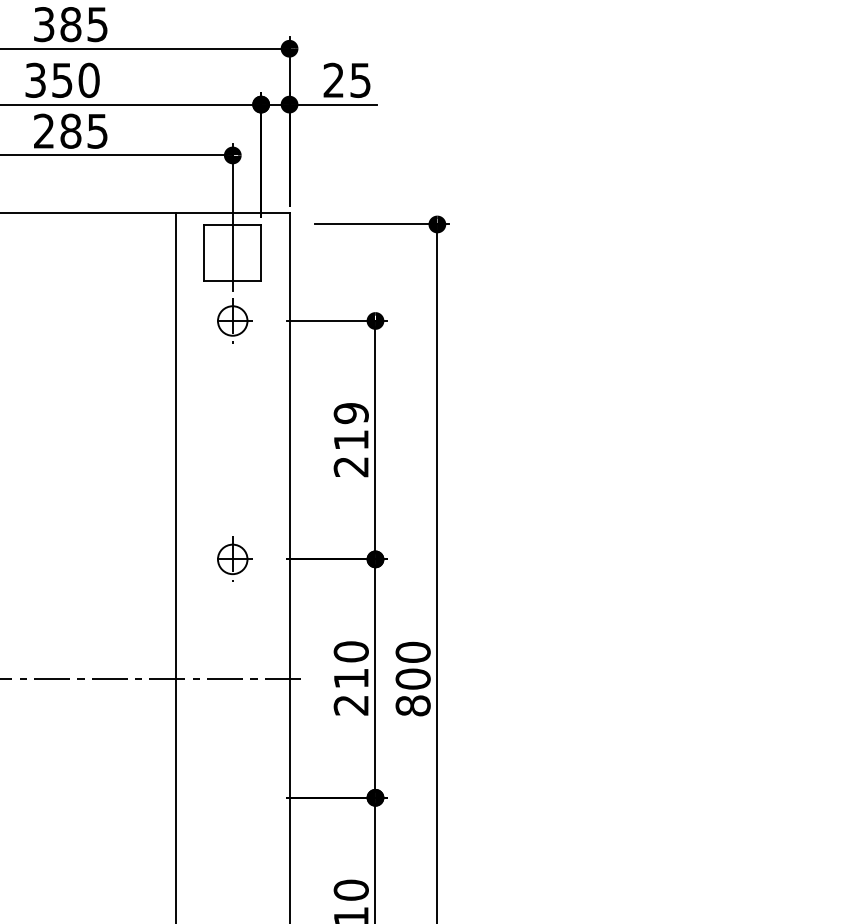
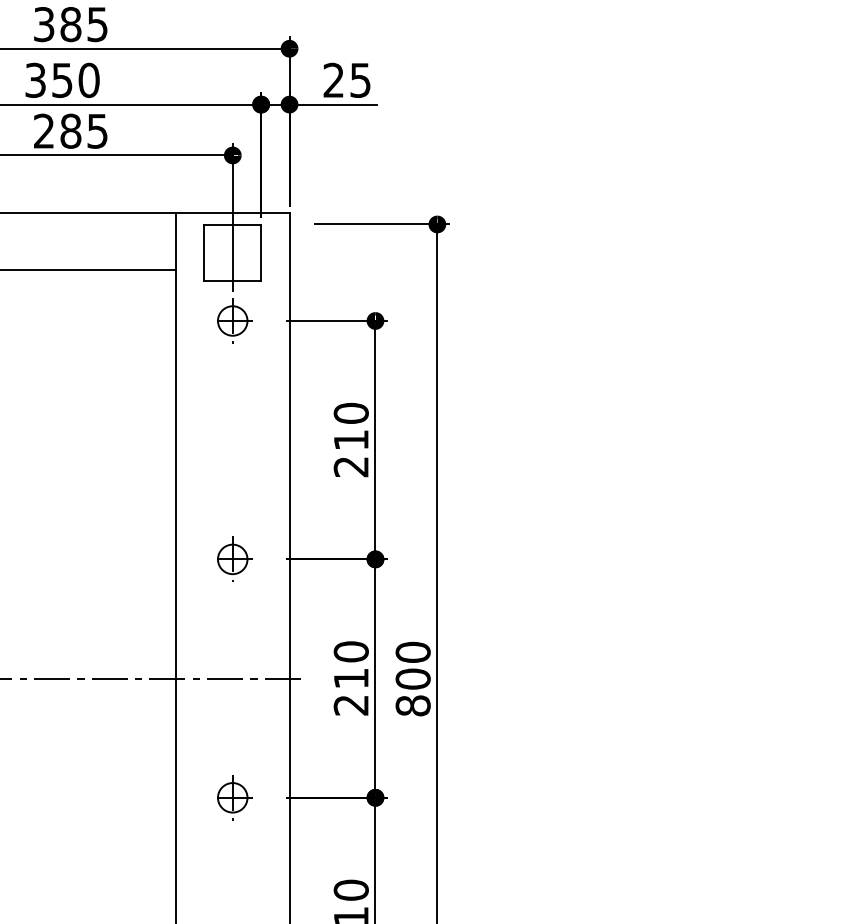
line at (88, 269): none -> present
text at (350, 413): 219 -> 210
part at (234, 797): none -> present
